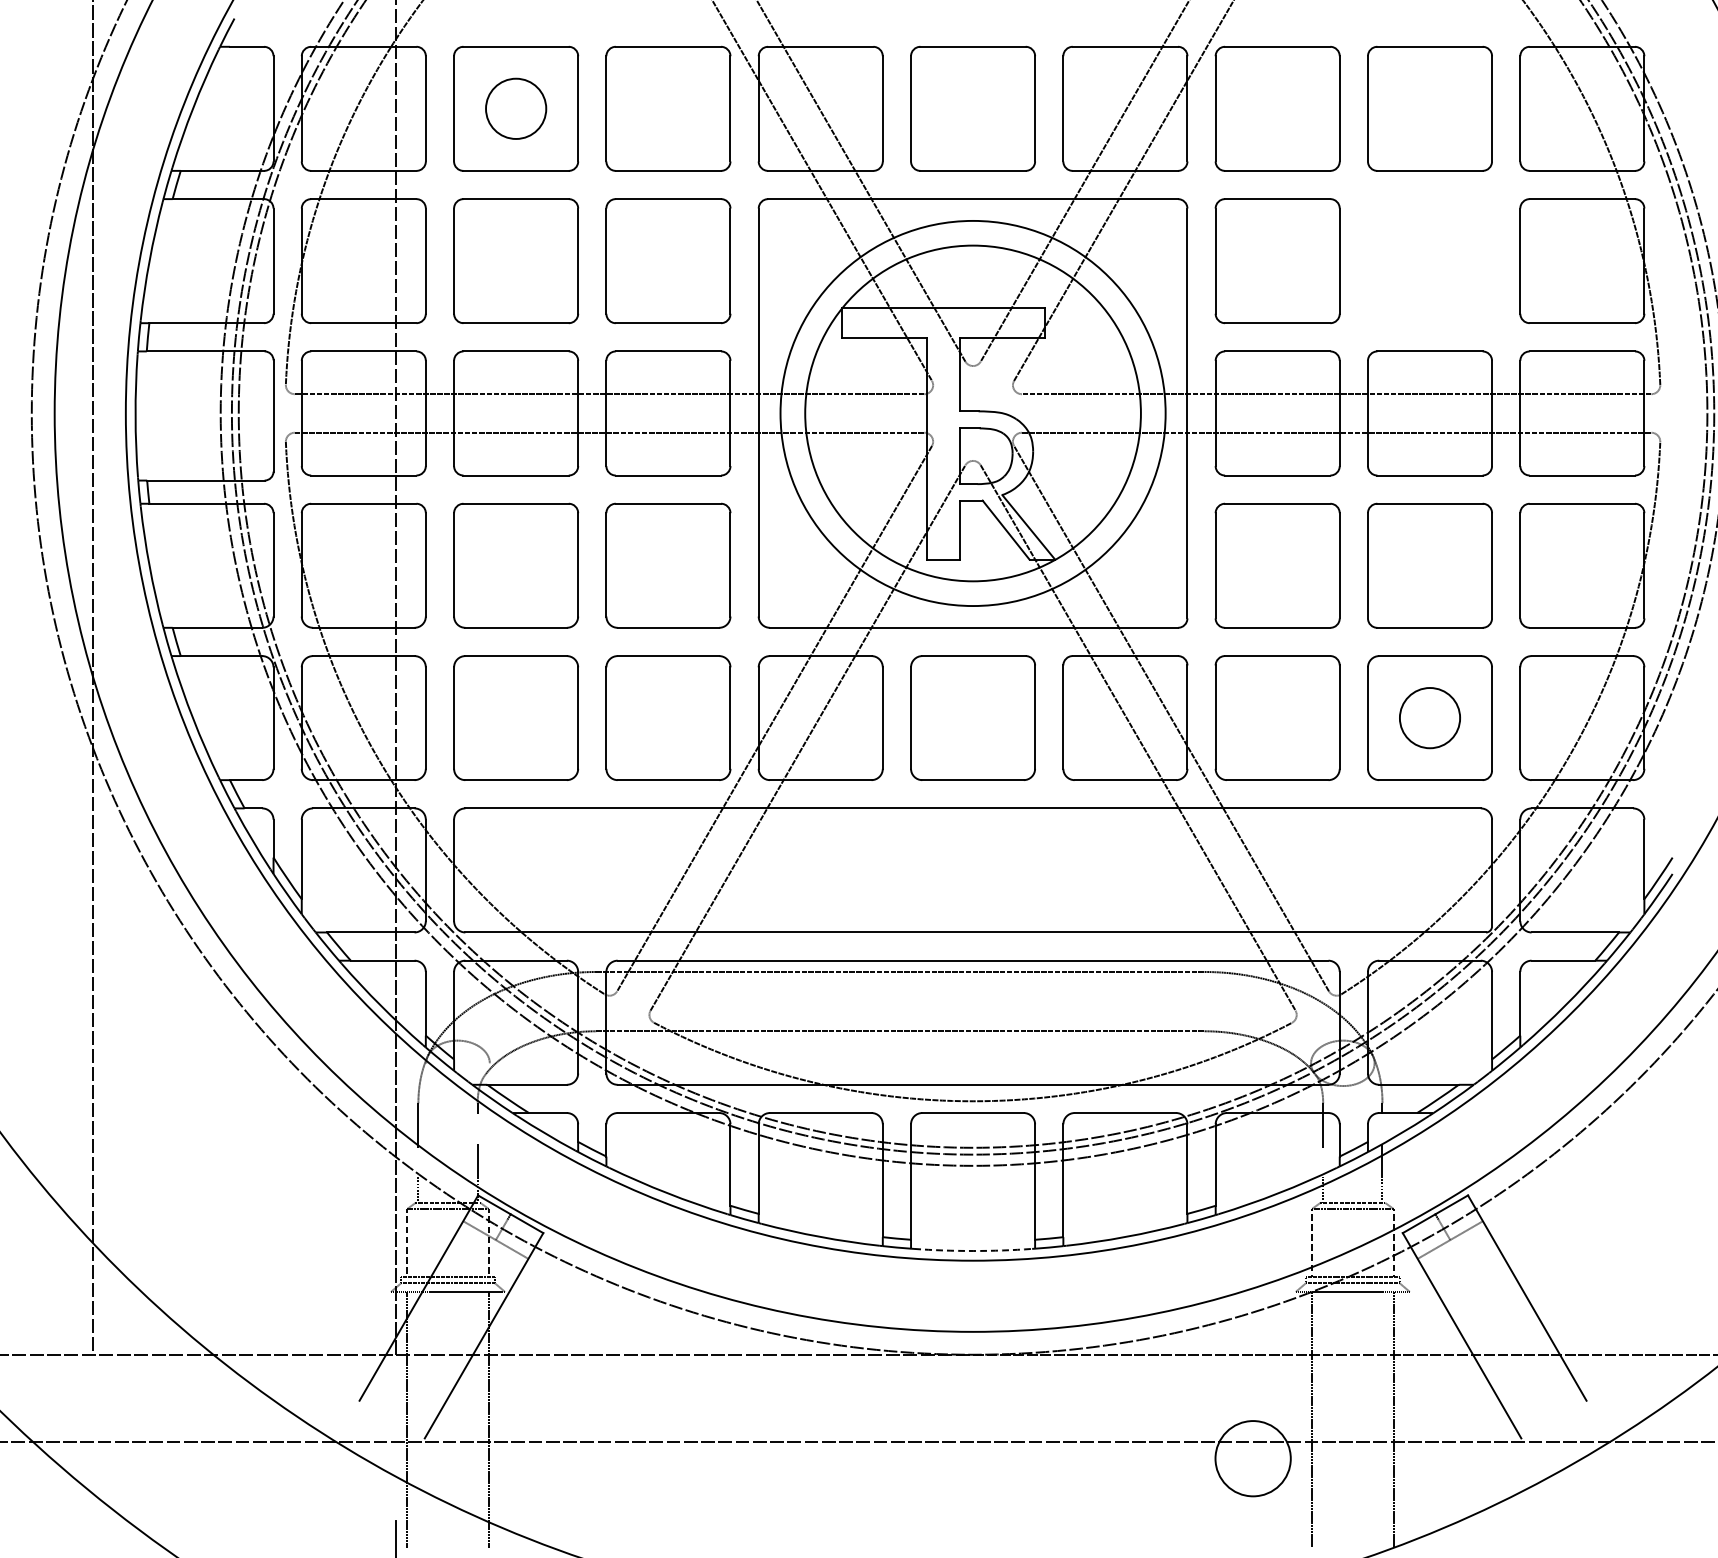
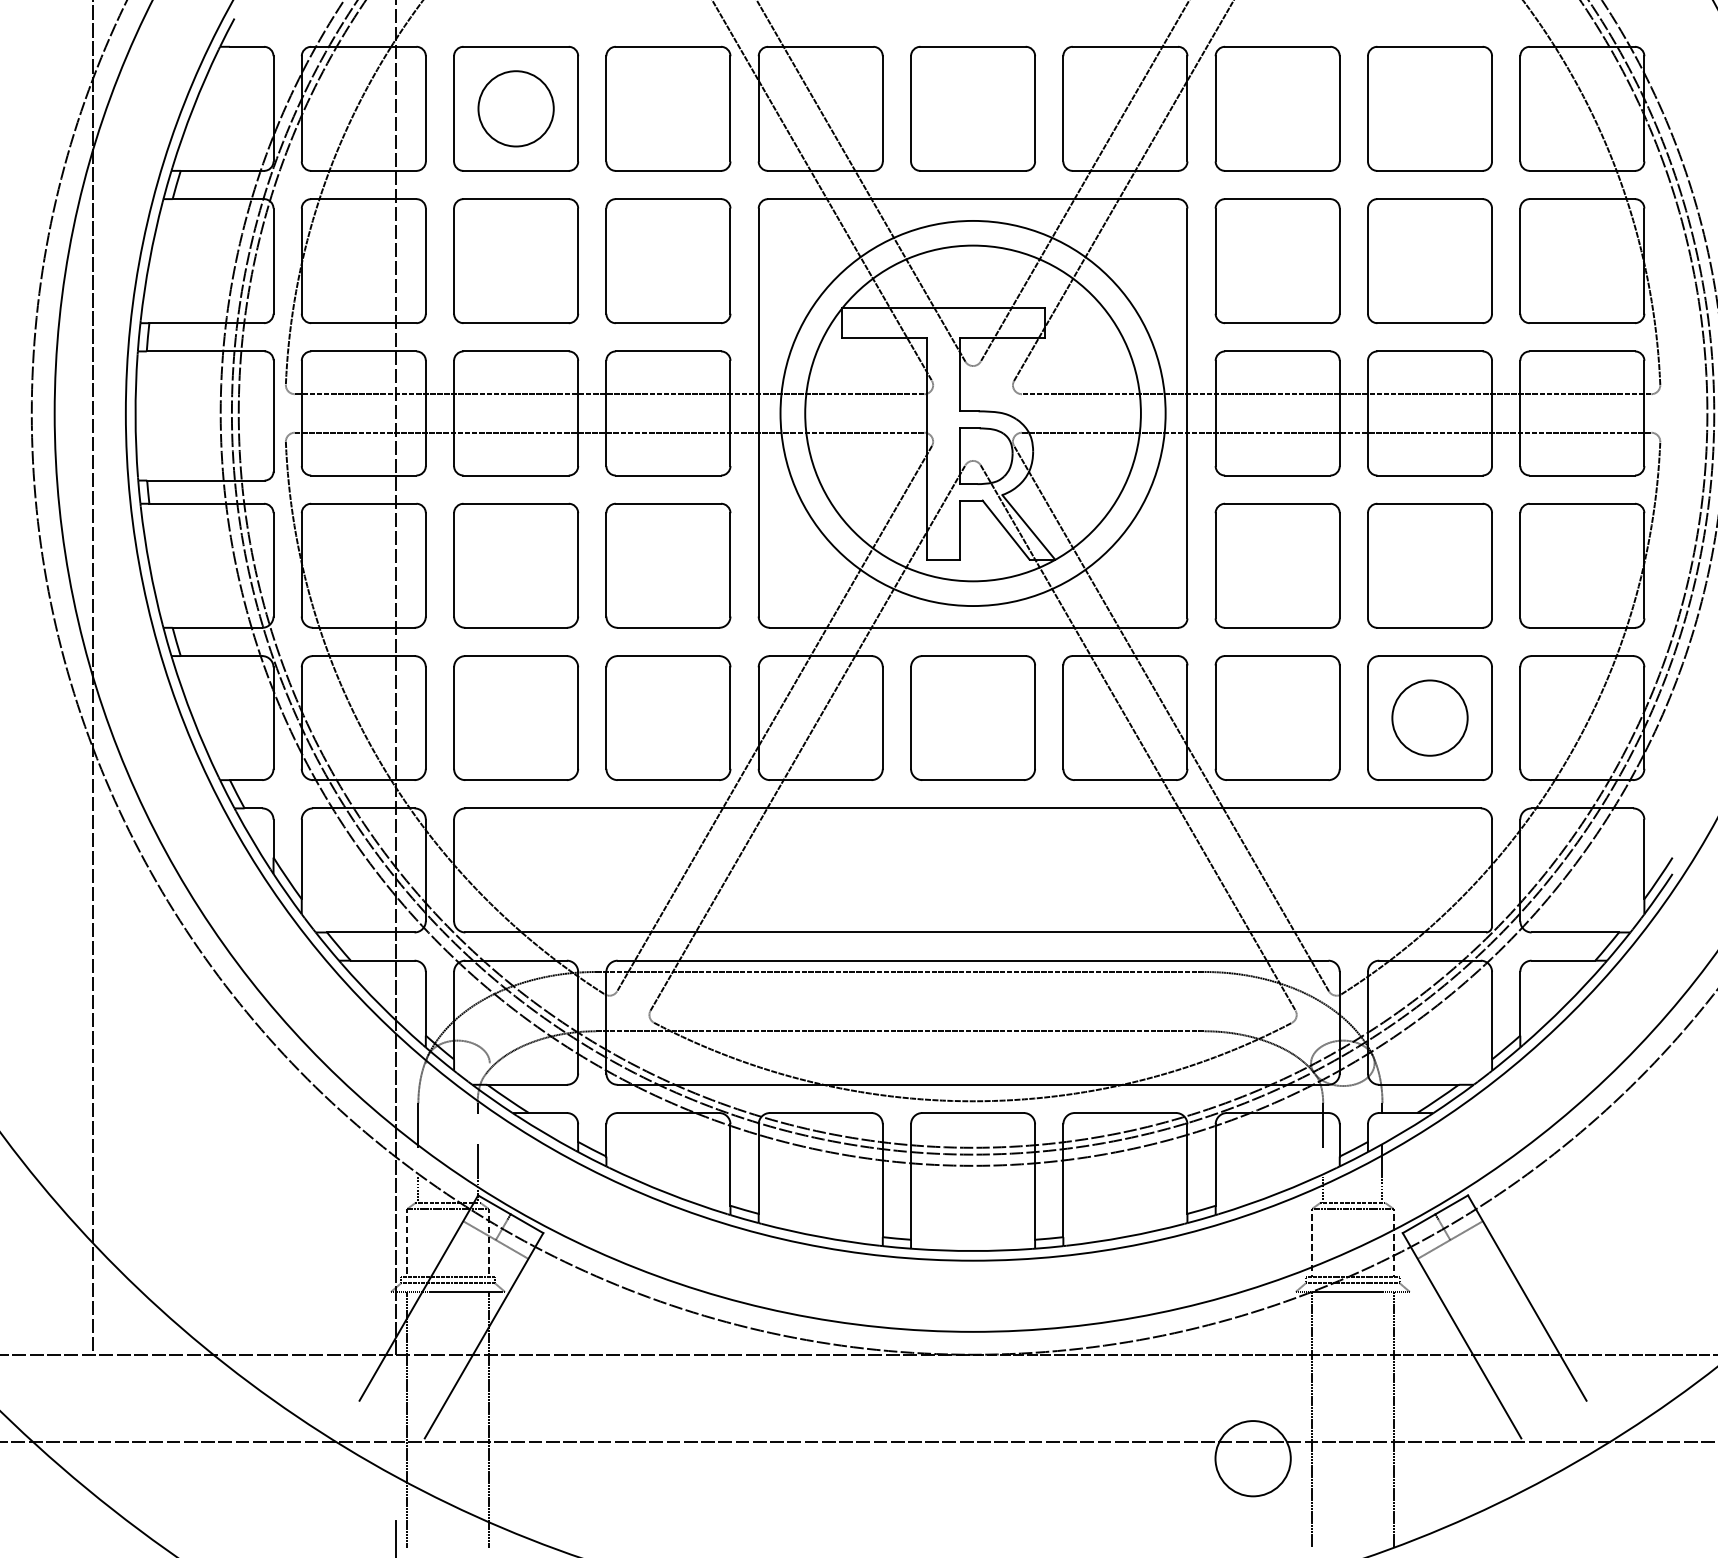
circle at (516, 108) diameter: 60 px -> 75 px
part at (1429, 261): none -> present
circle at (1429, 718) diameter: 60 px -> 75 px
arc at (973, 1250): dashed -> solid
